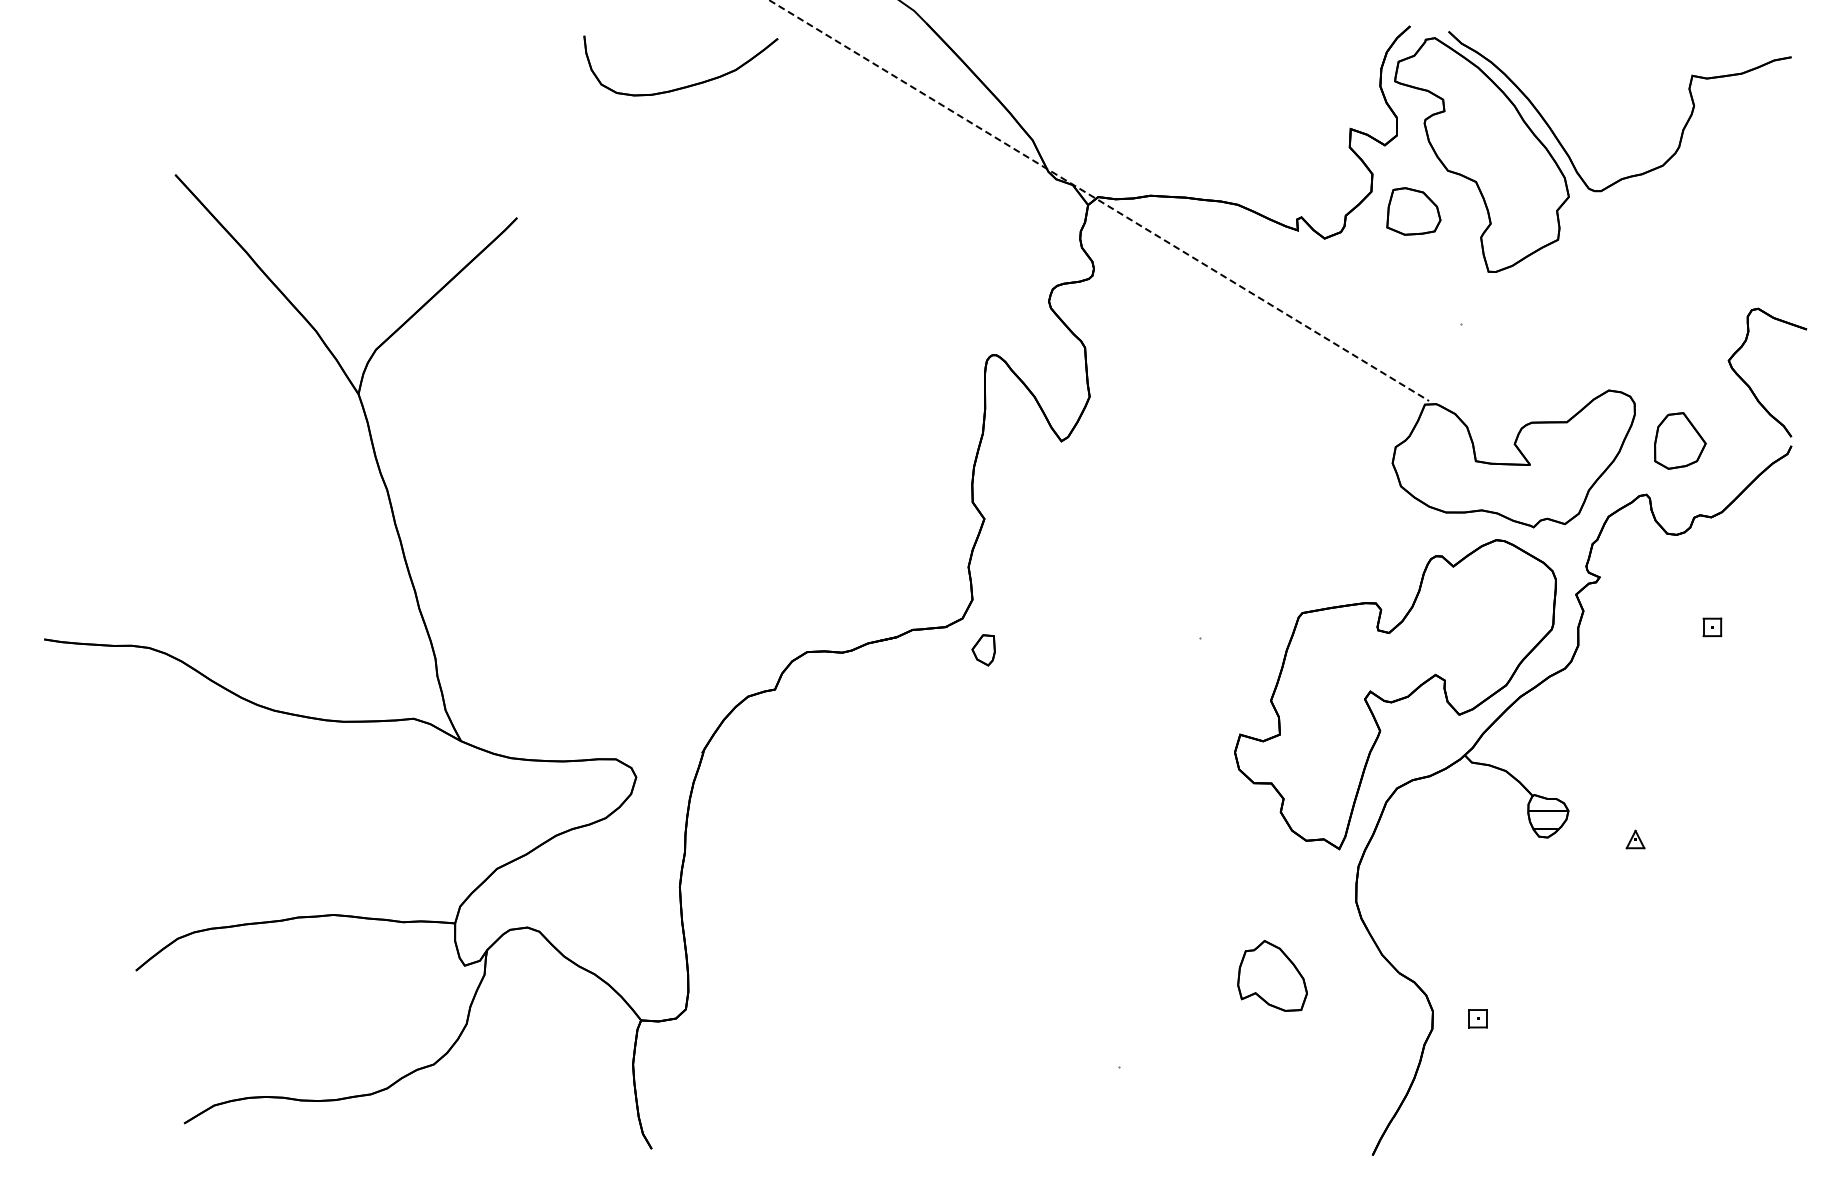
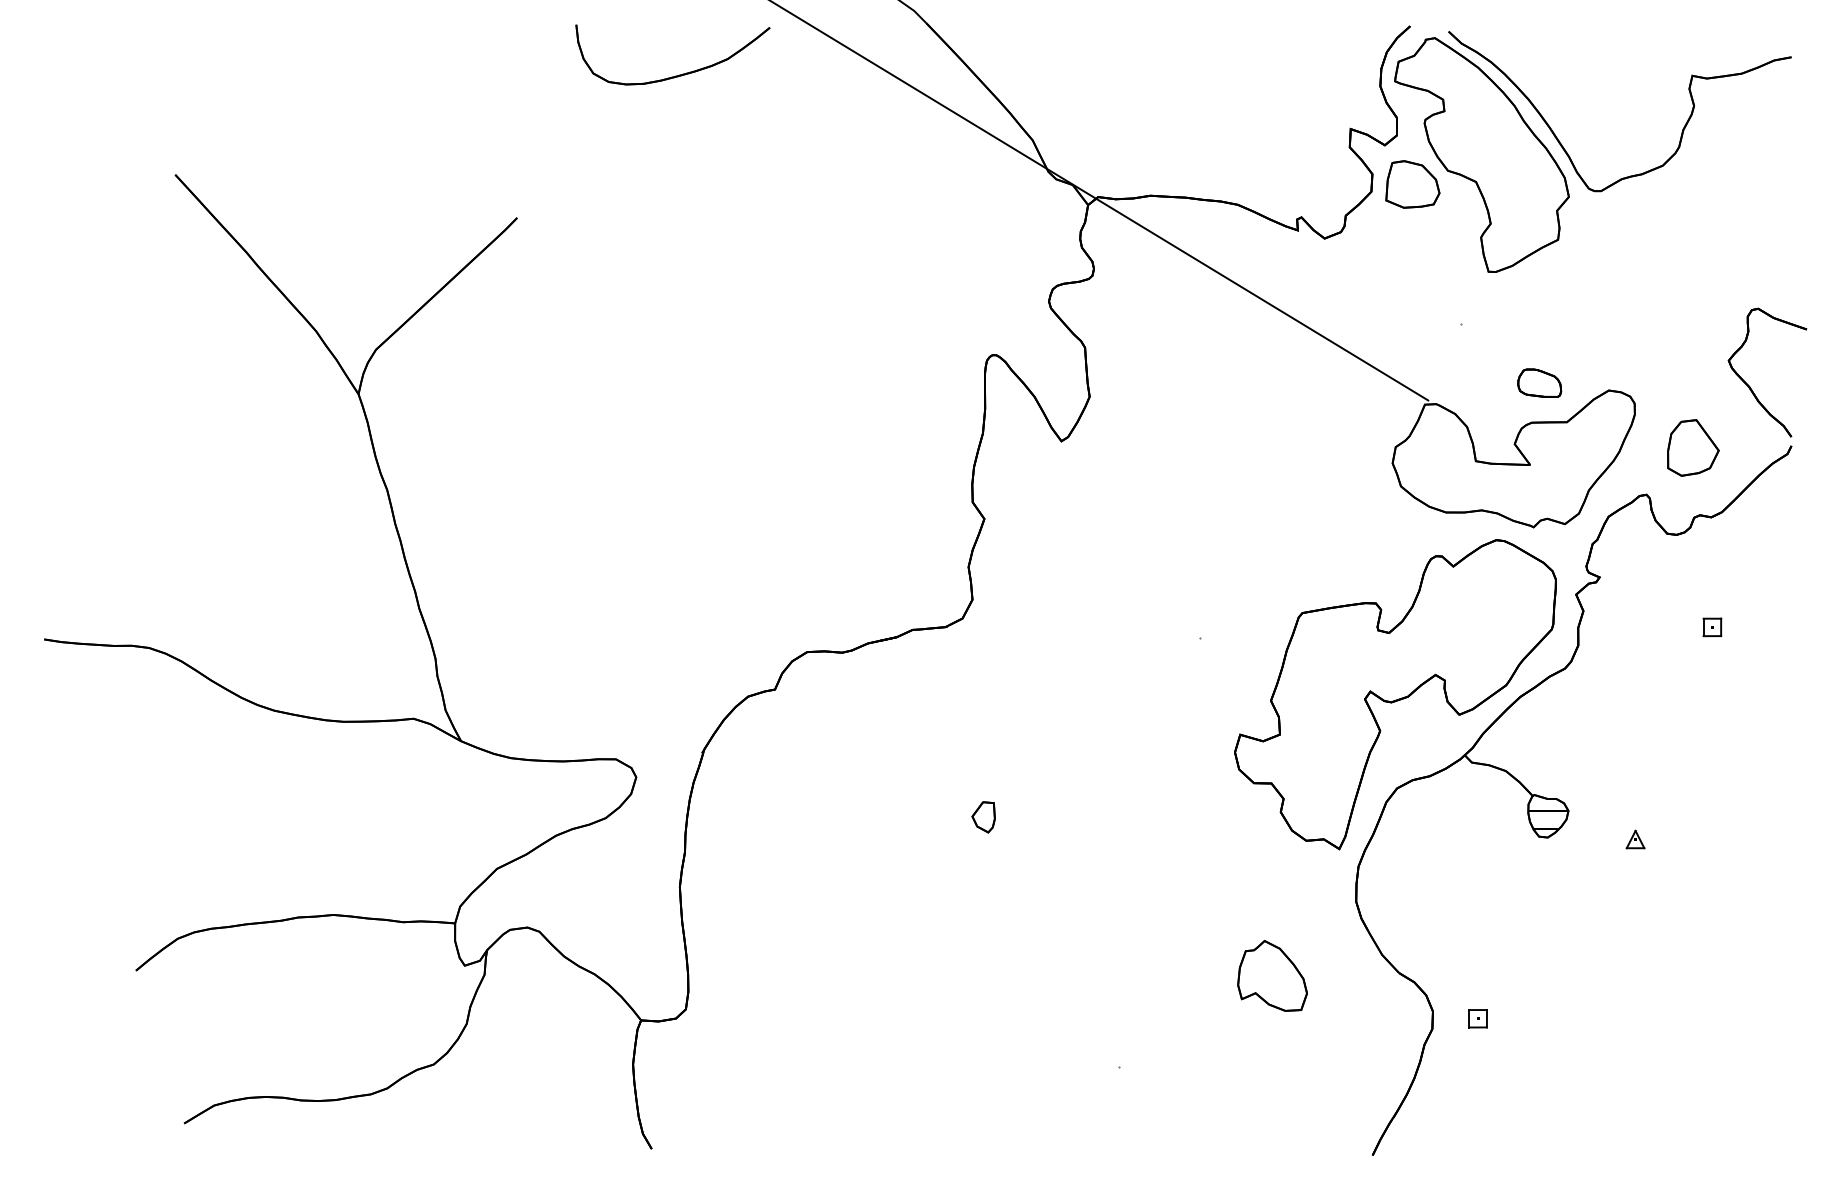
part at (687, 85) position: (687, 85) -> (679, 74)
line at (1099, 200): dashed -> solid
part at (1413, 211) position: (1413, 211) -> (1412, 184)
part at (1539, 382): none -> present
part at (1680, 440) position: (1680, 440) -> (1693, 447)
part at (983, 650) position: (983, 650) -> (983, 817)
